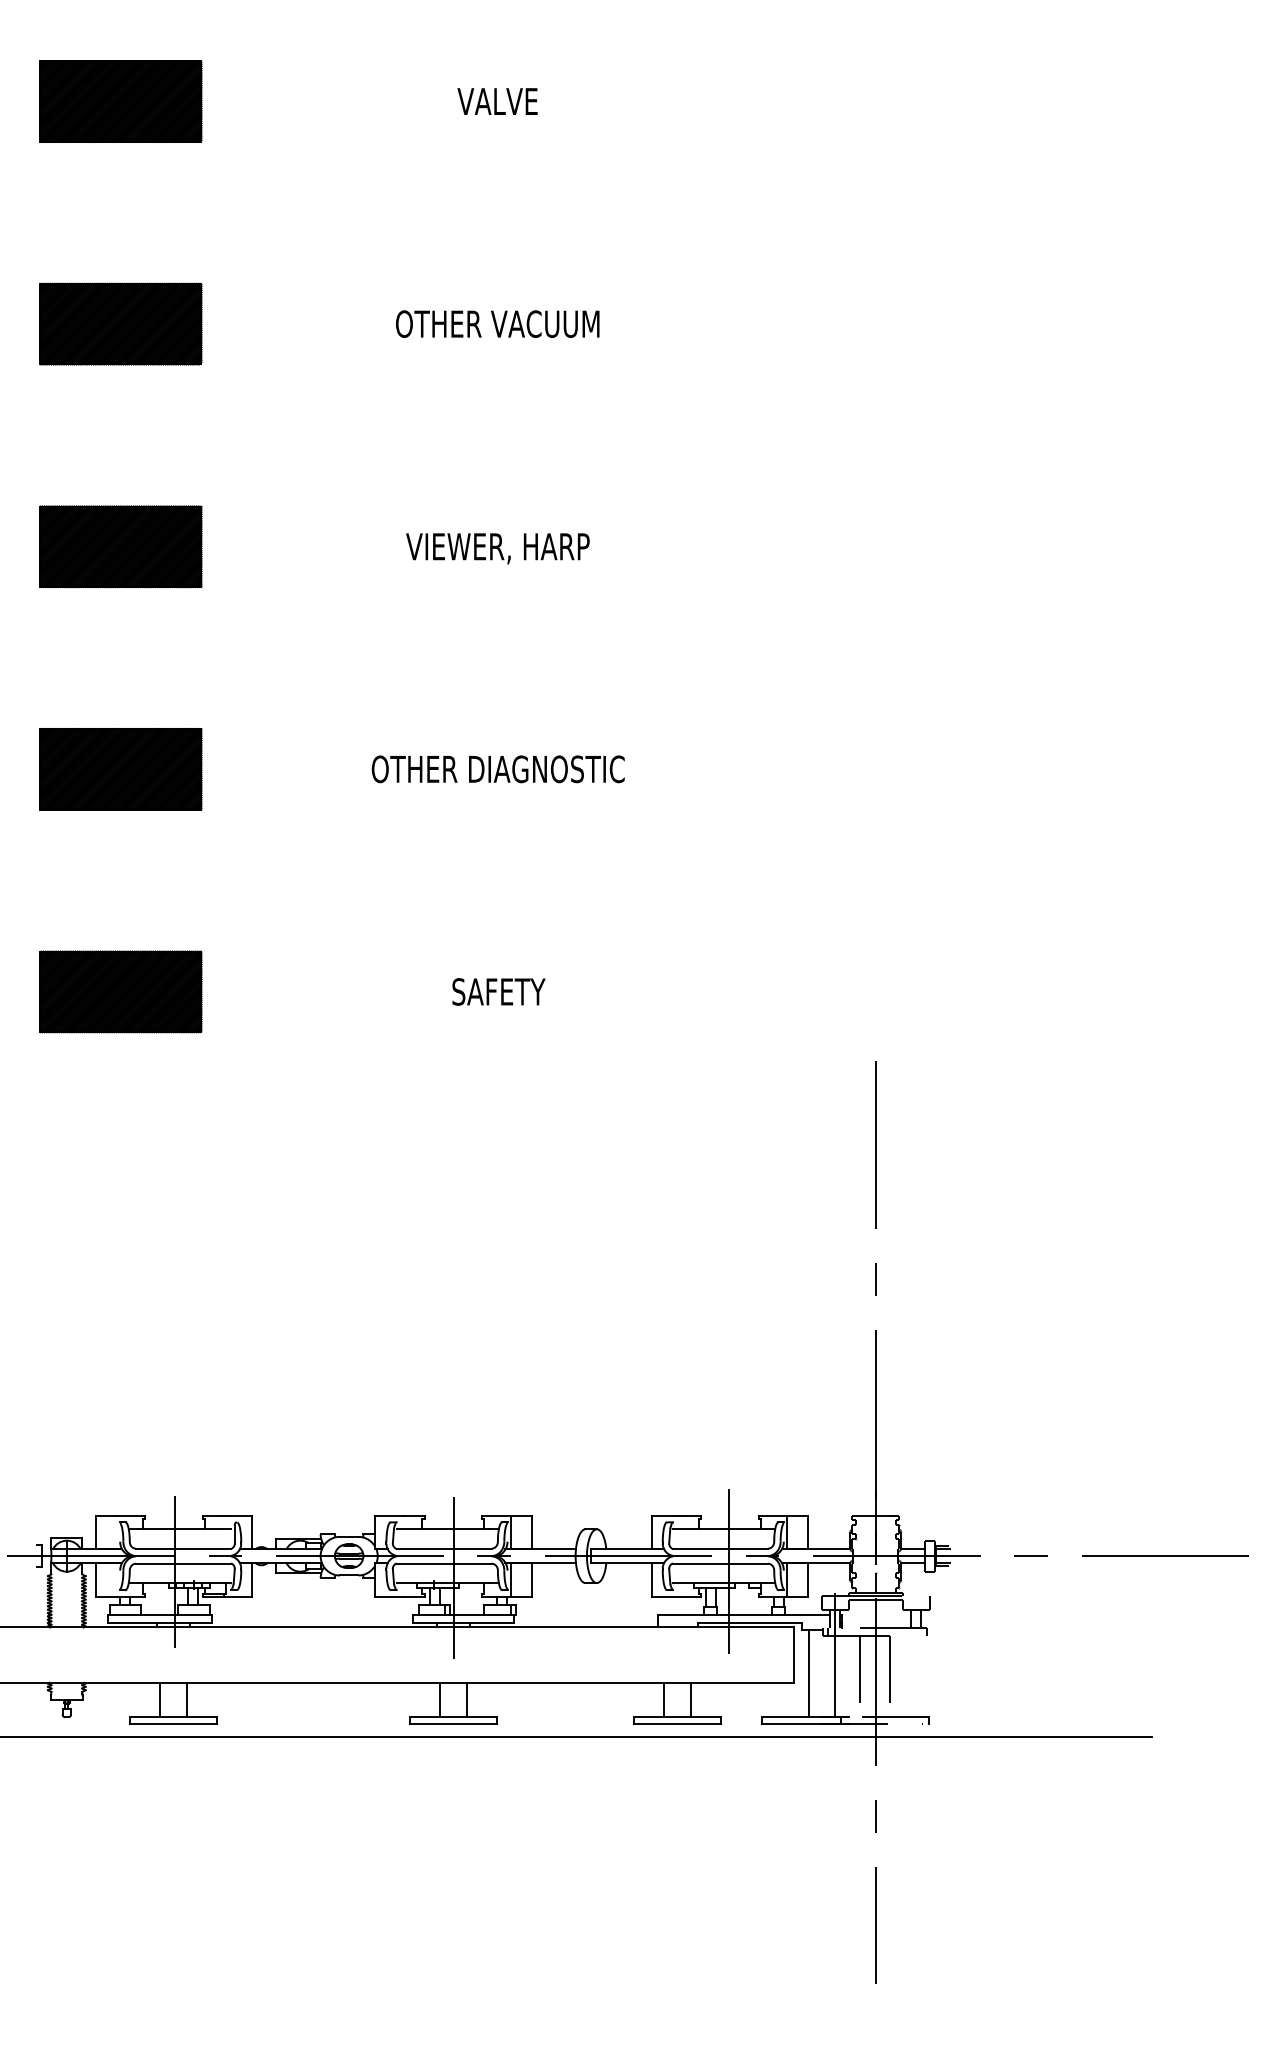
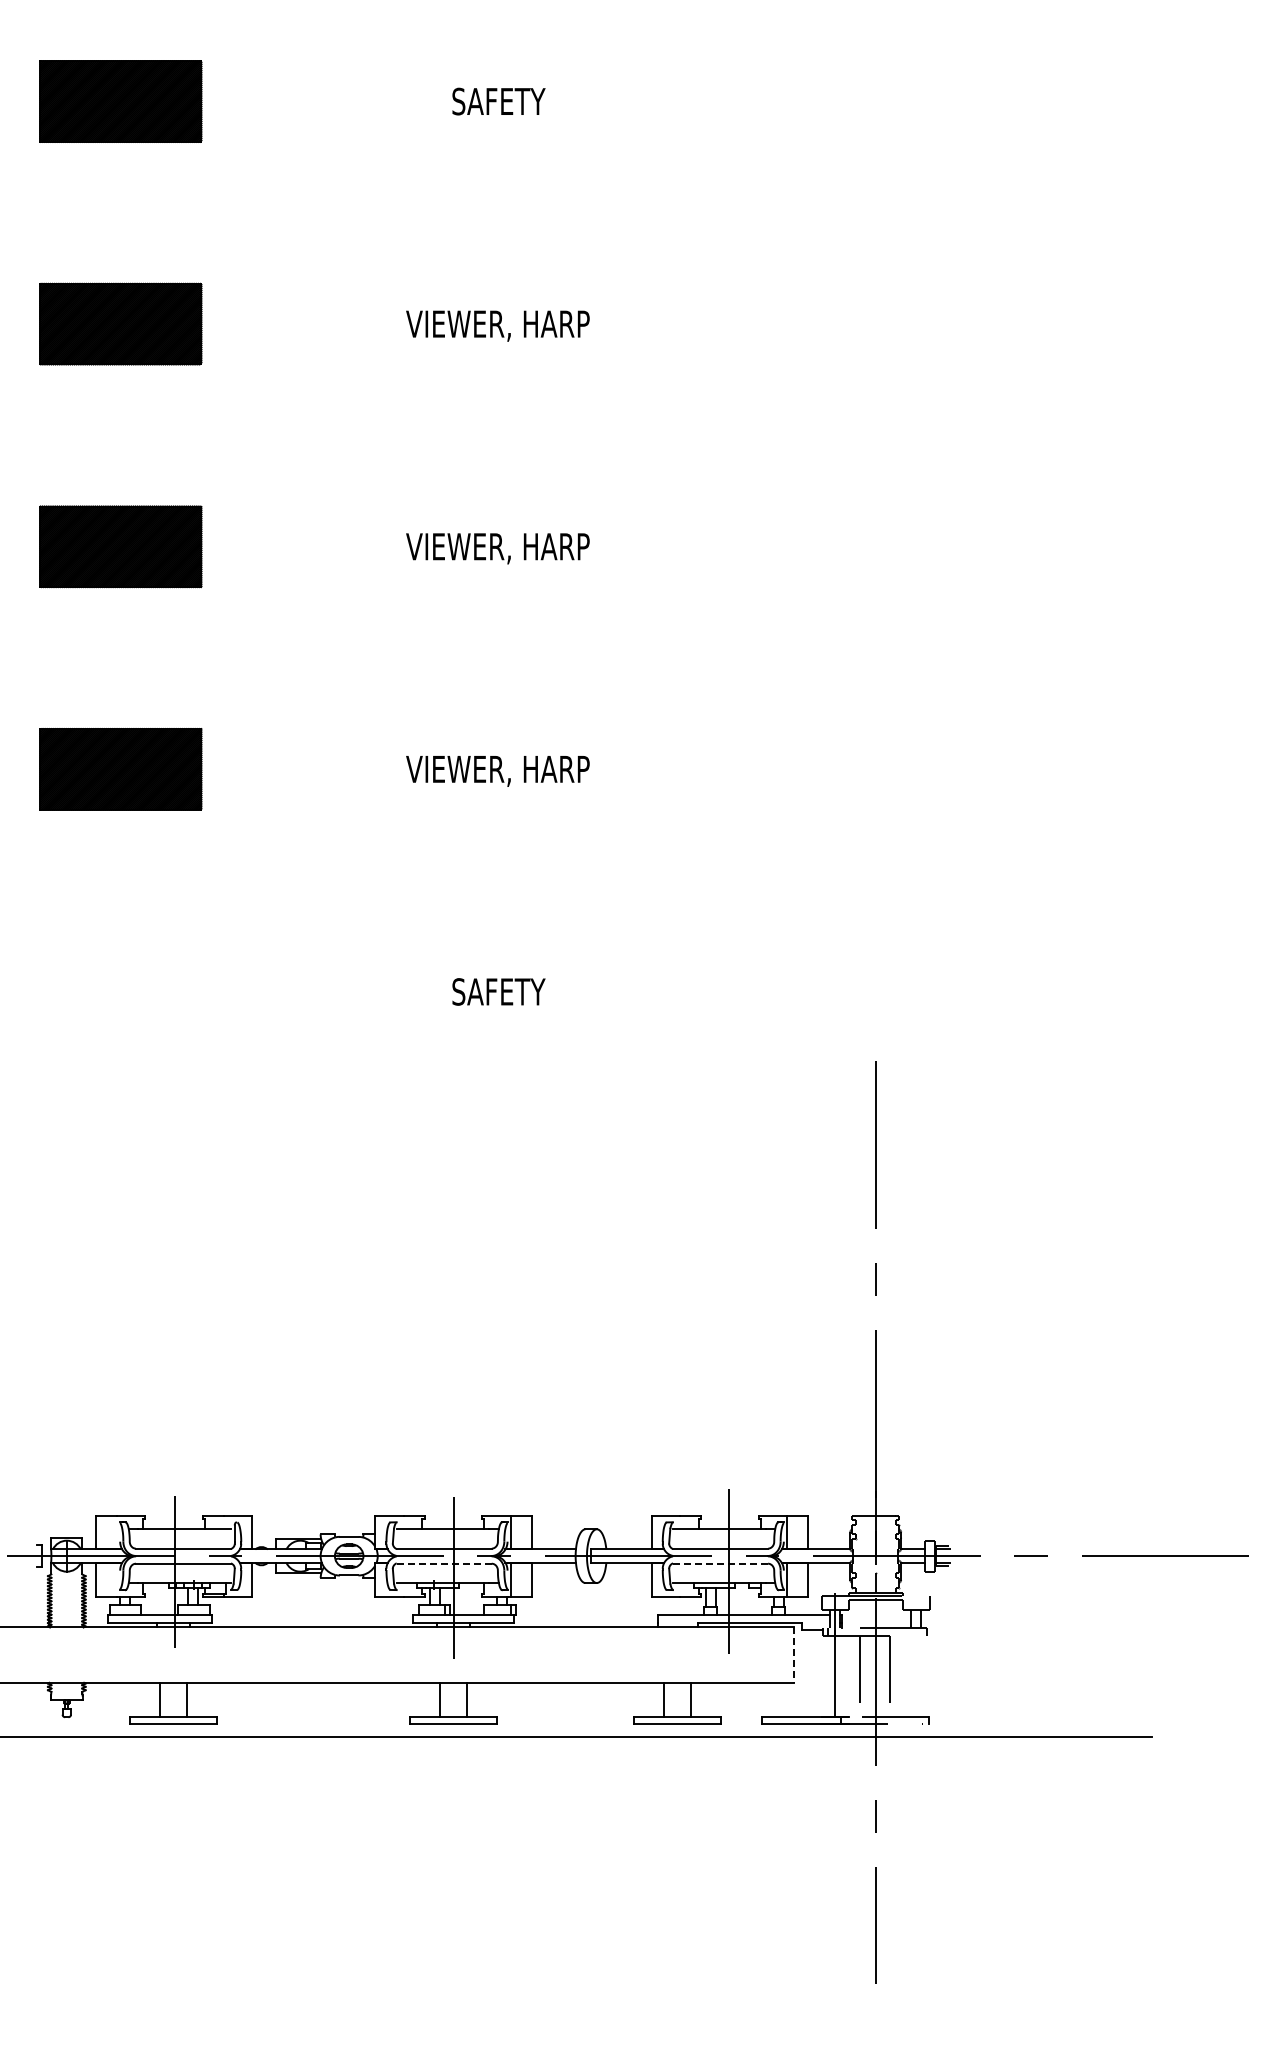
text at (498, 101): VALVE -> SAFETY
text at (497, 325): OTHER VACUUM -> VIEWER, HARP
text at (497, 770): OTHER DIAGNOSTIC -> VIEWER, HARP
part at (120, 991): present -> none
line at (443, 1563): solid -> dashed
line at (719, 1563): solid -> dashed
line at (794, 1655): solid -> dashed
line at (808, 1673): present -> none
